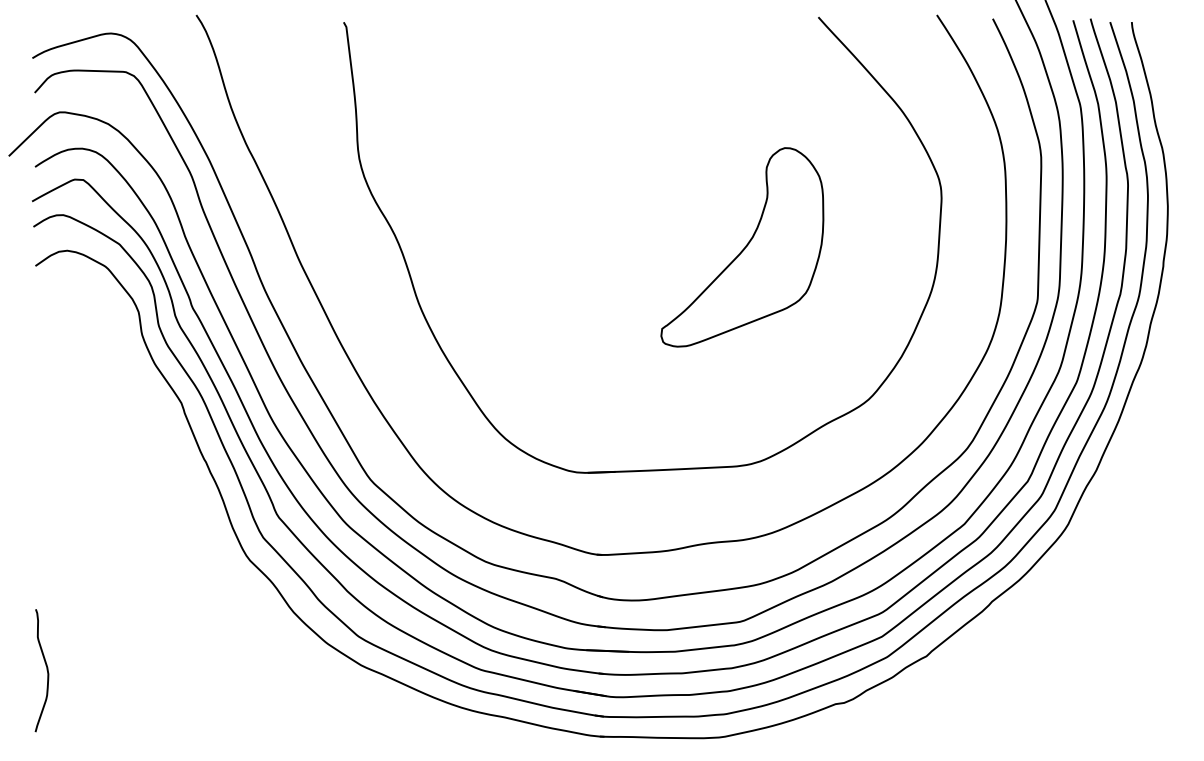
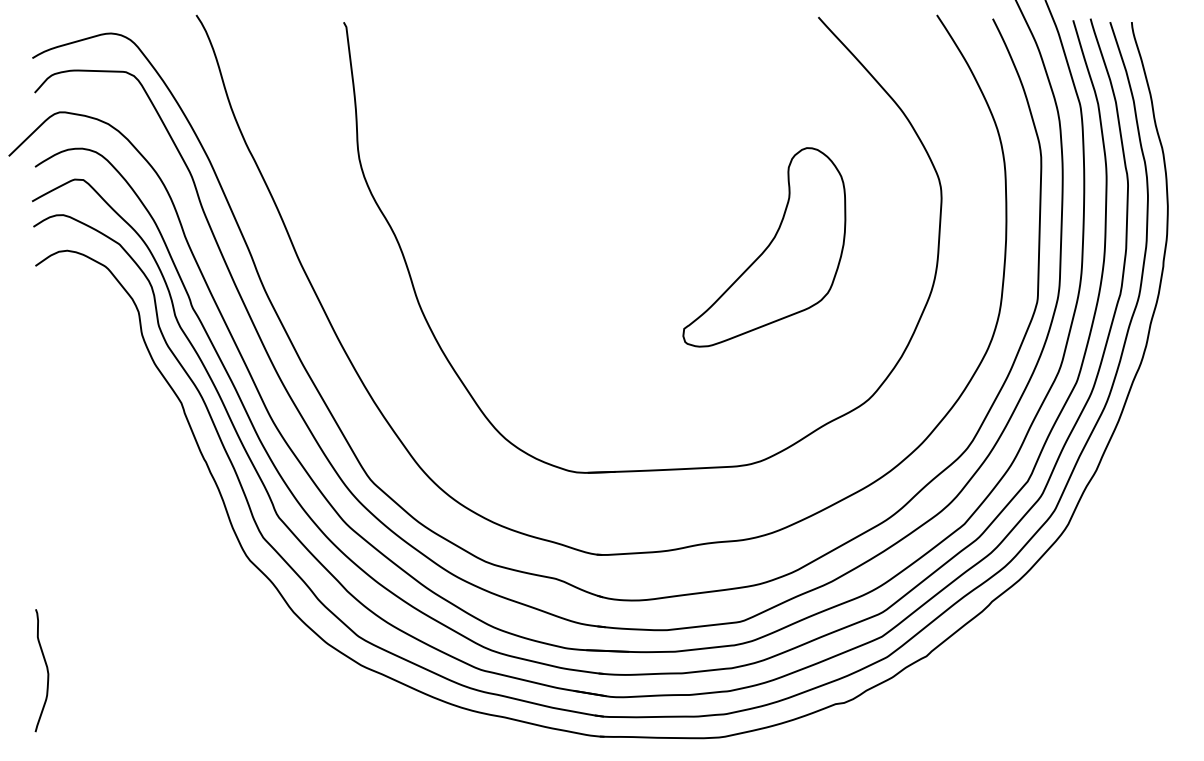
part at (742, 247) position: (742, 247) -> (764, 247)
